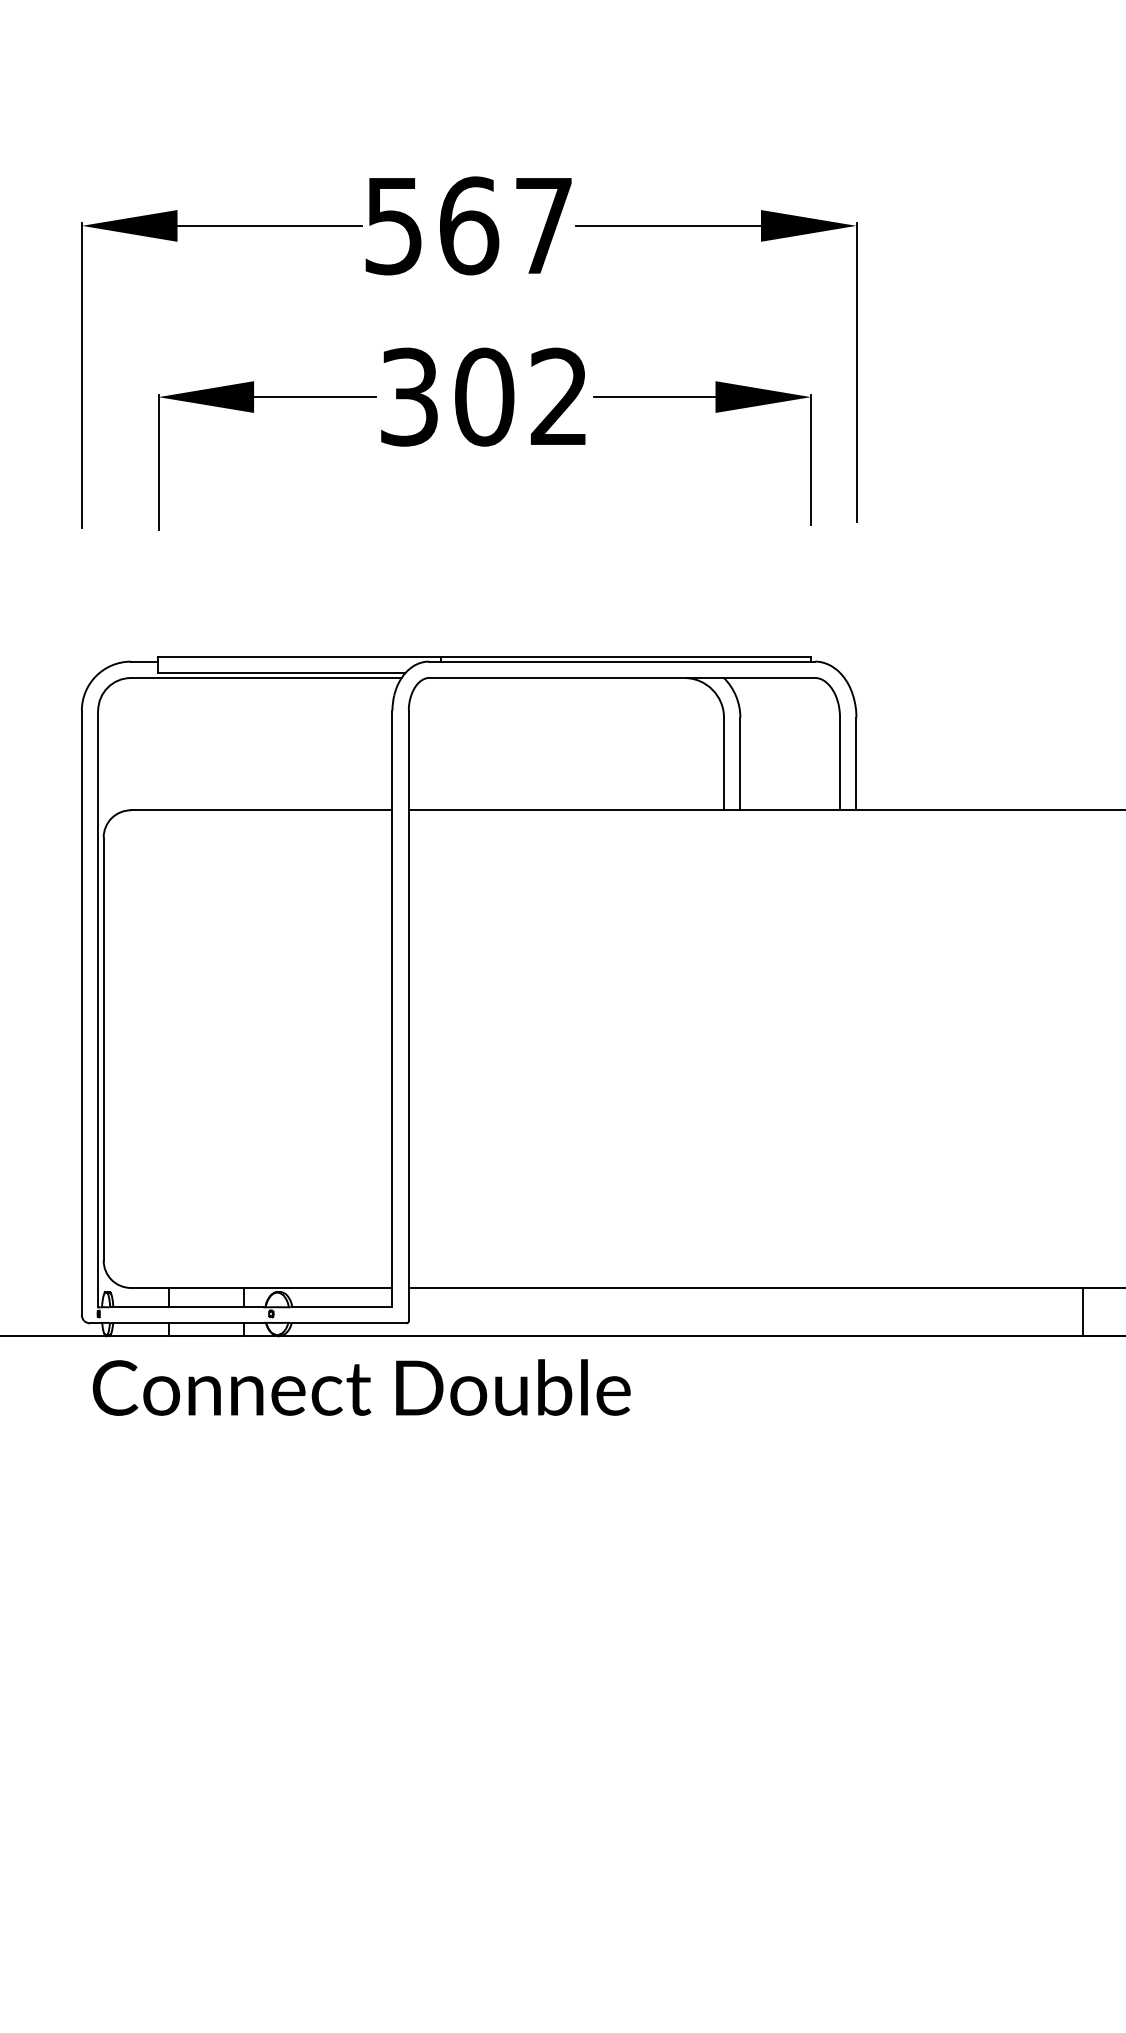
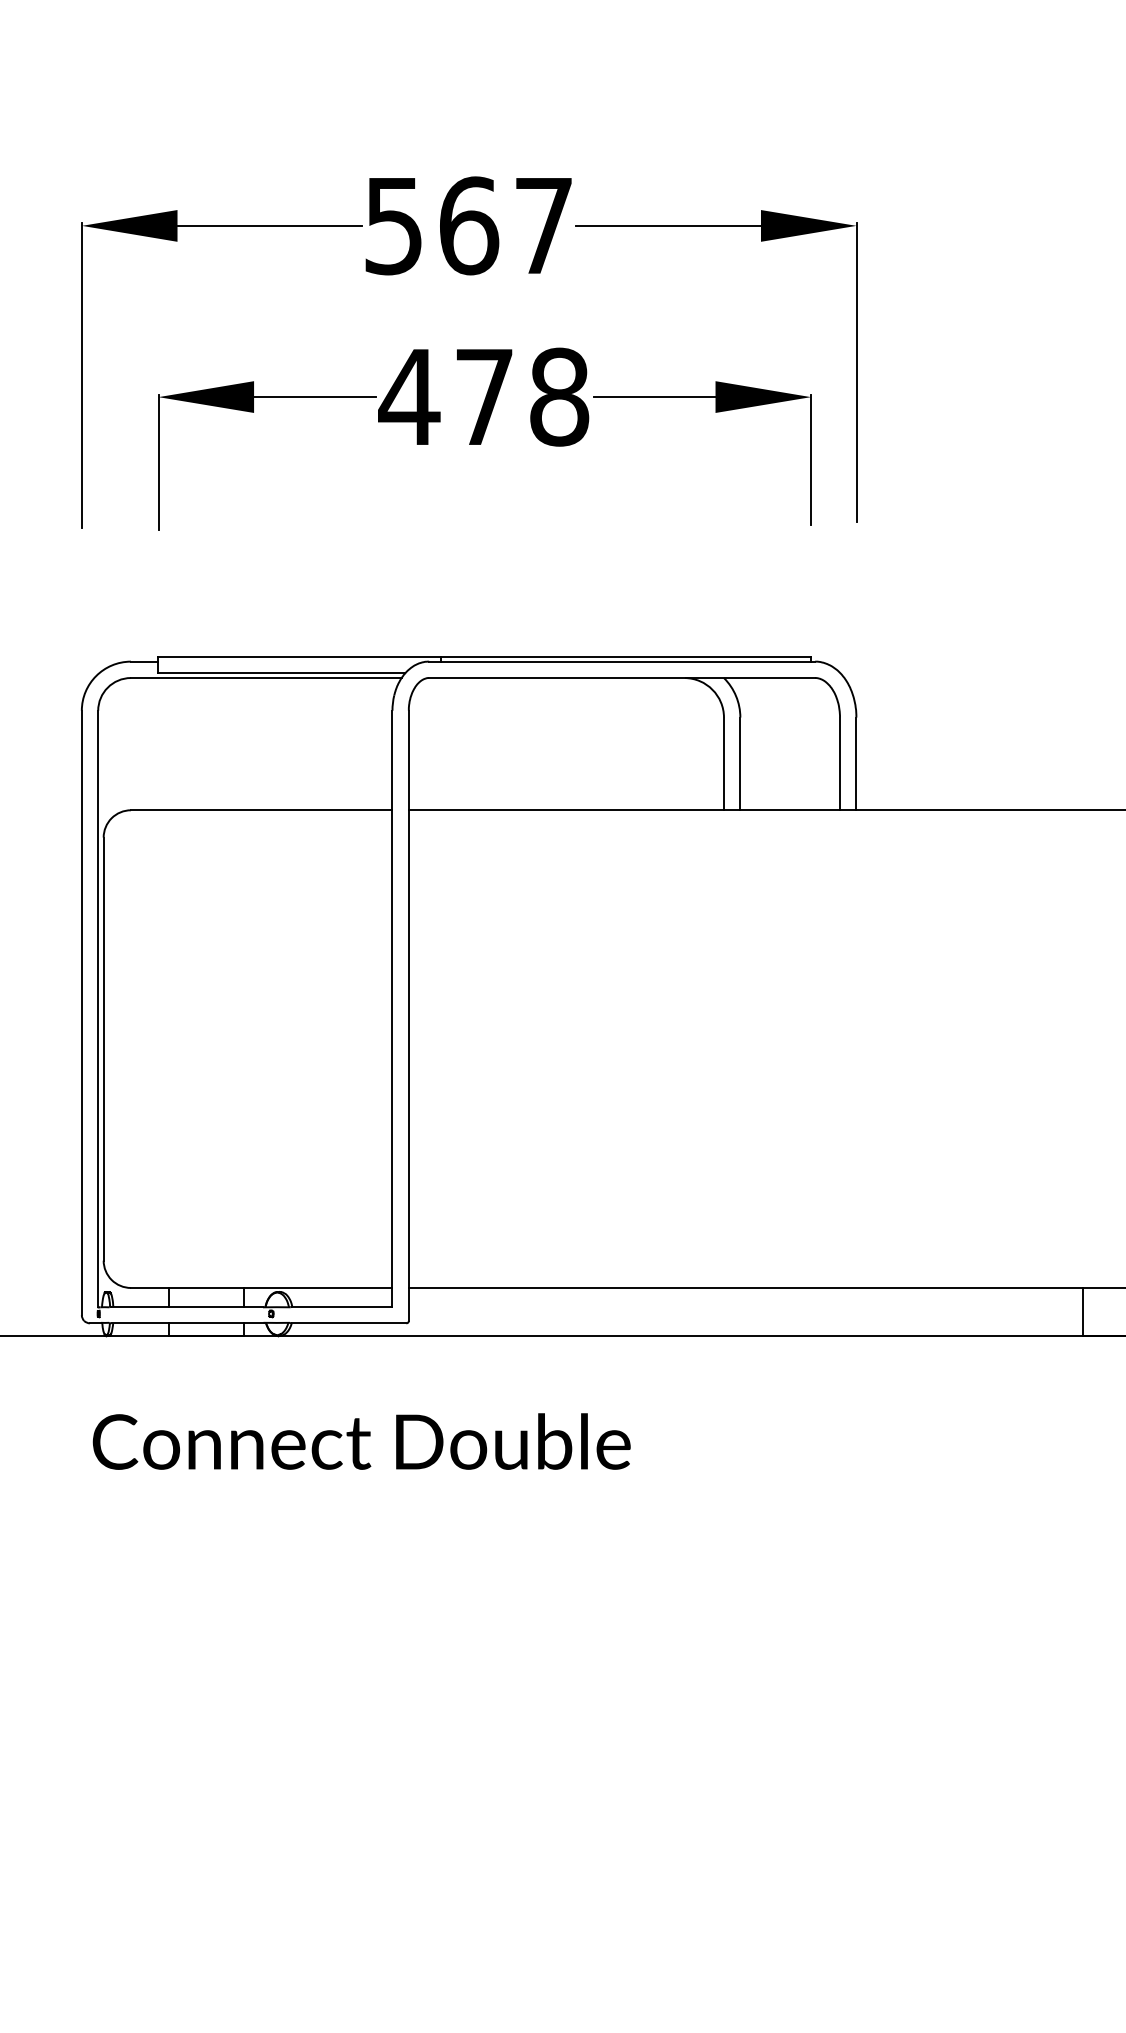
text at (483, 396): 302 -> 478
text at (361, 1387) position: (361, 1387) -> (361, 1441)
